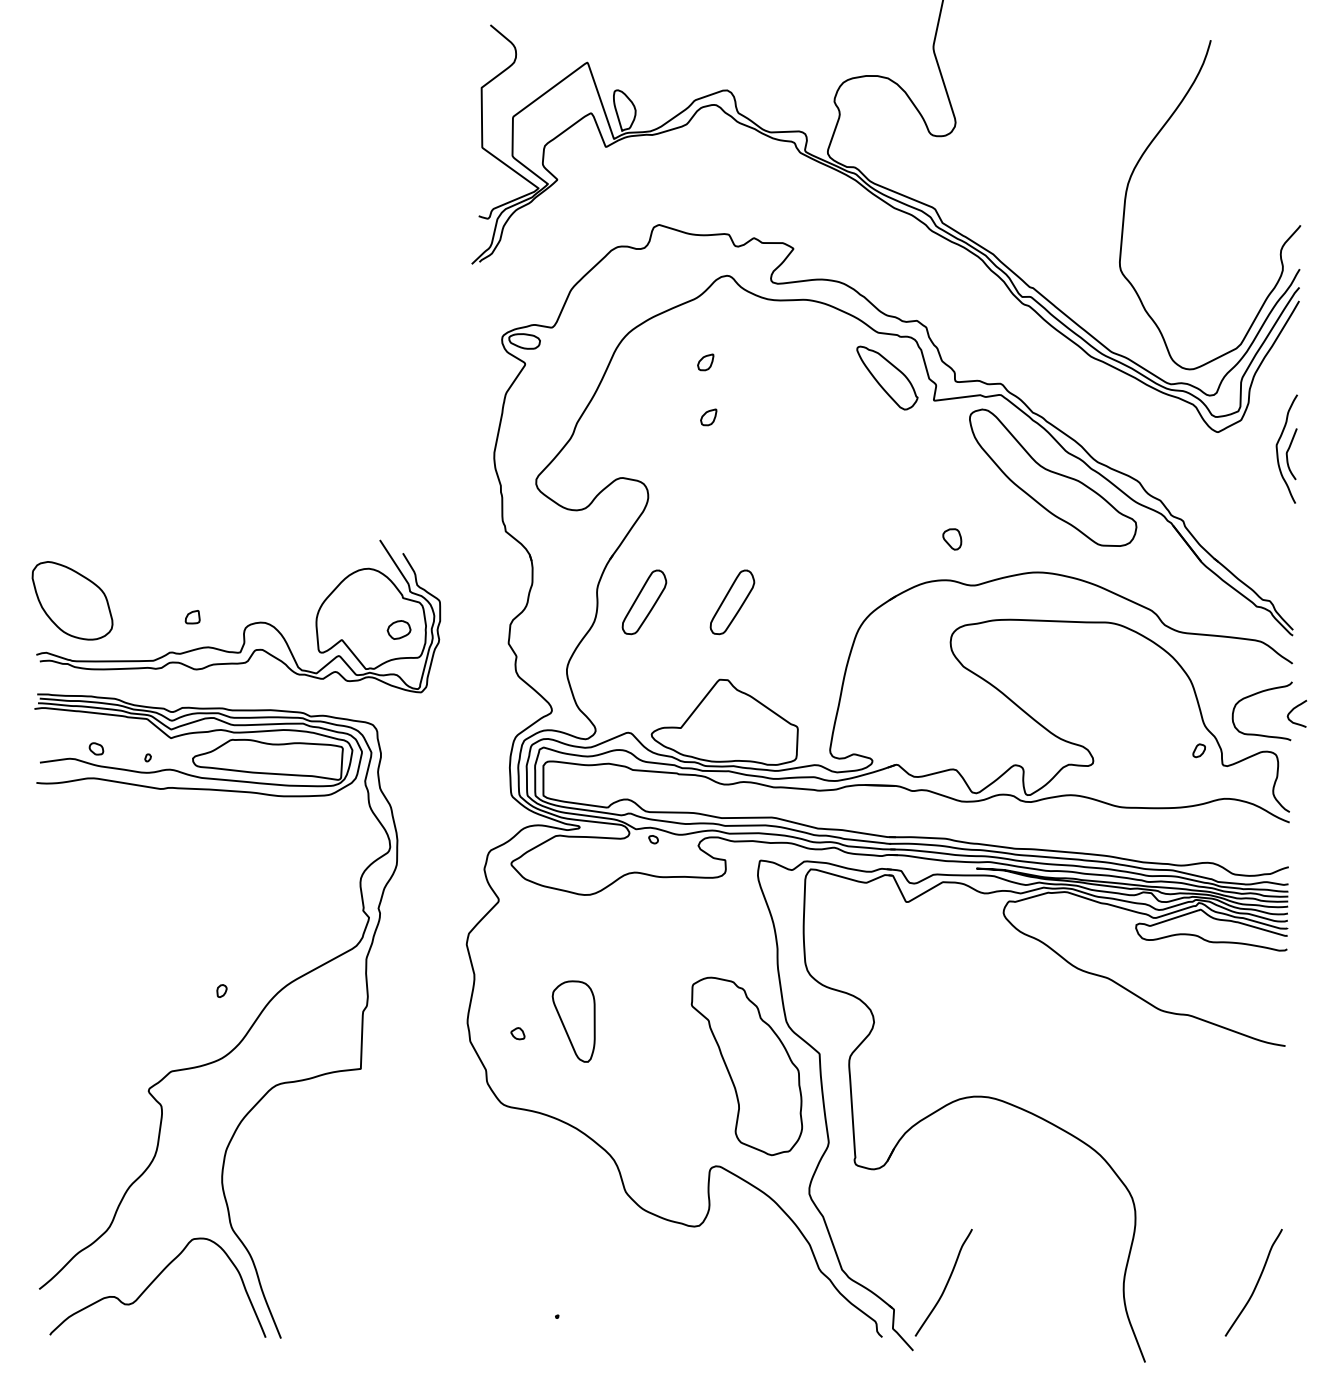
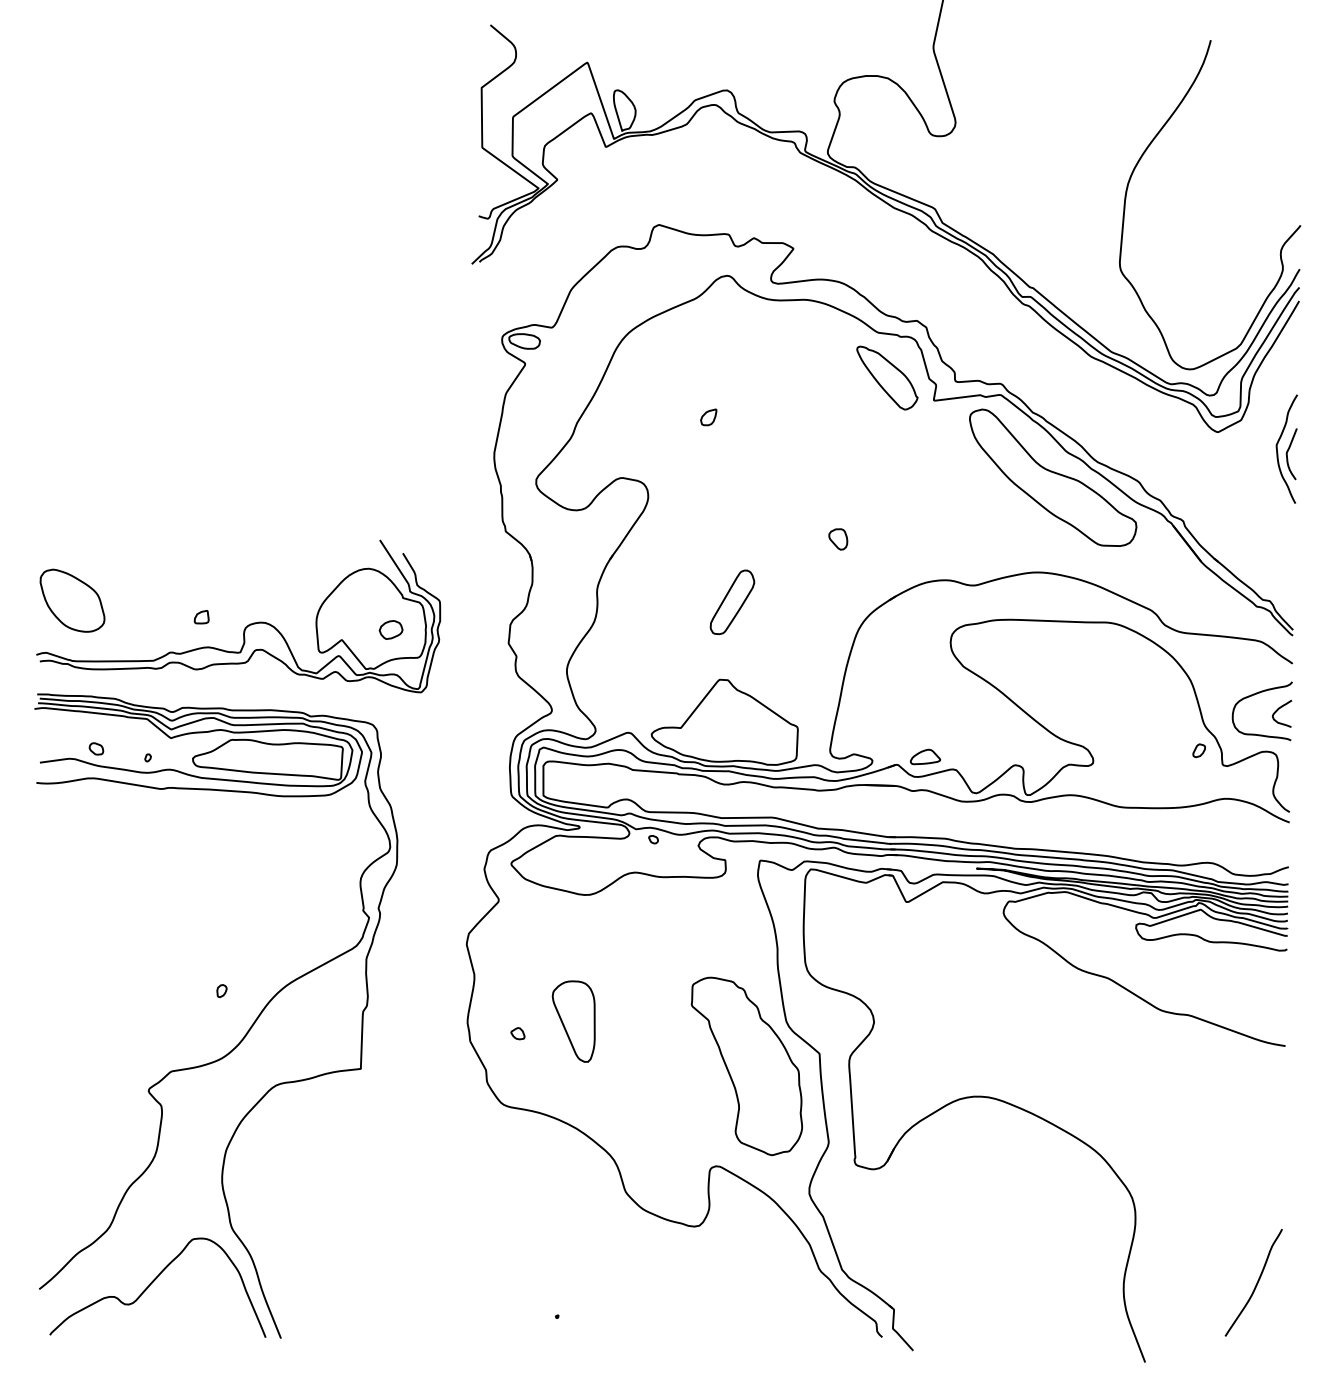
part at (705, 362): present -> none
part at (952, 539) position: (952, 539) -> (838, 539)
part at (72, 600) size: 83x80 px -> 67x65 px
part at (644, 602): present -> none
part at (192, 617) position: (192, 617) -> (201, 617)
part at (398, 629) position: (398, 629) -> (390, 629)
curve at (1293, 710) position: (1293, 710) -> (1278, 710)
part at (924, 756): none -> present
curve at (945, 1284): present -> none
